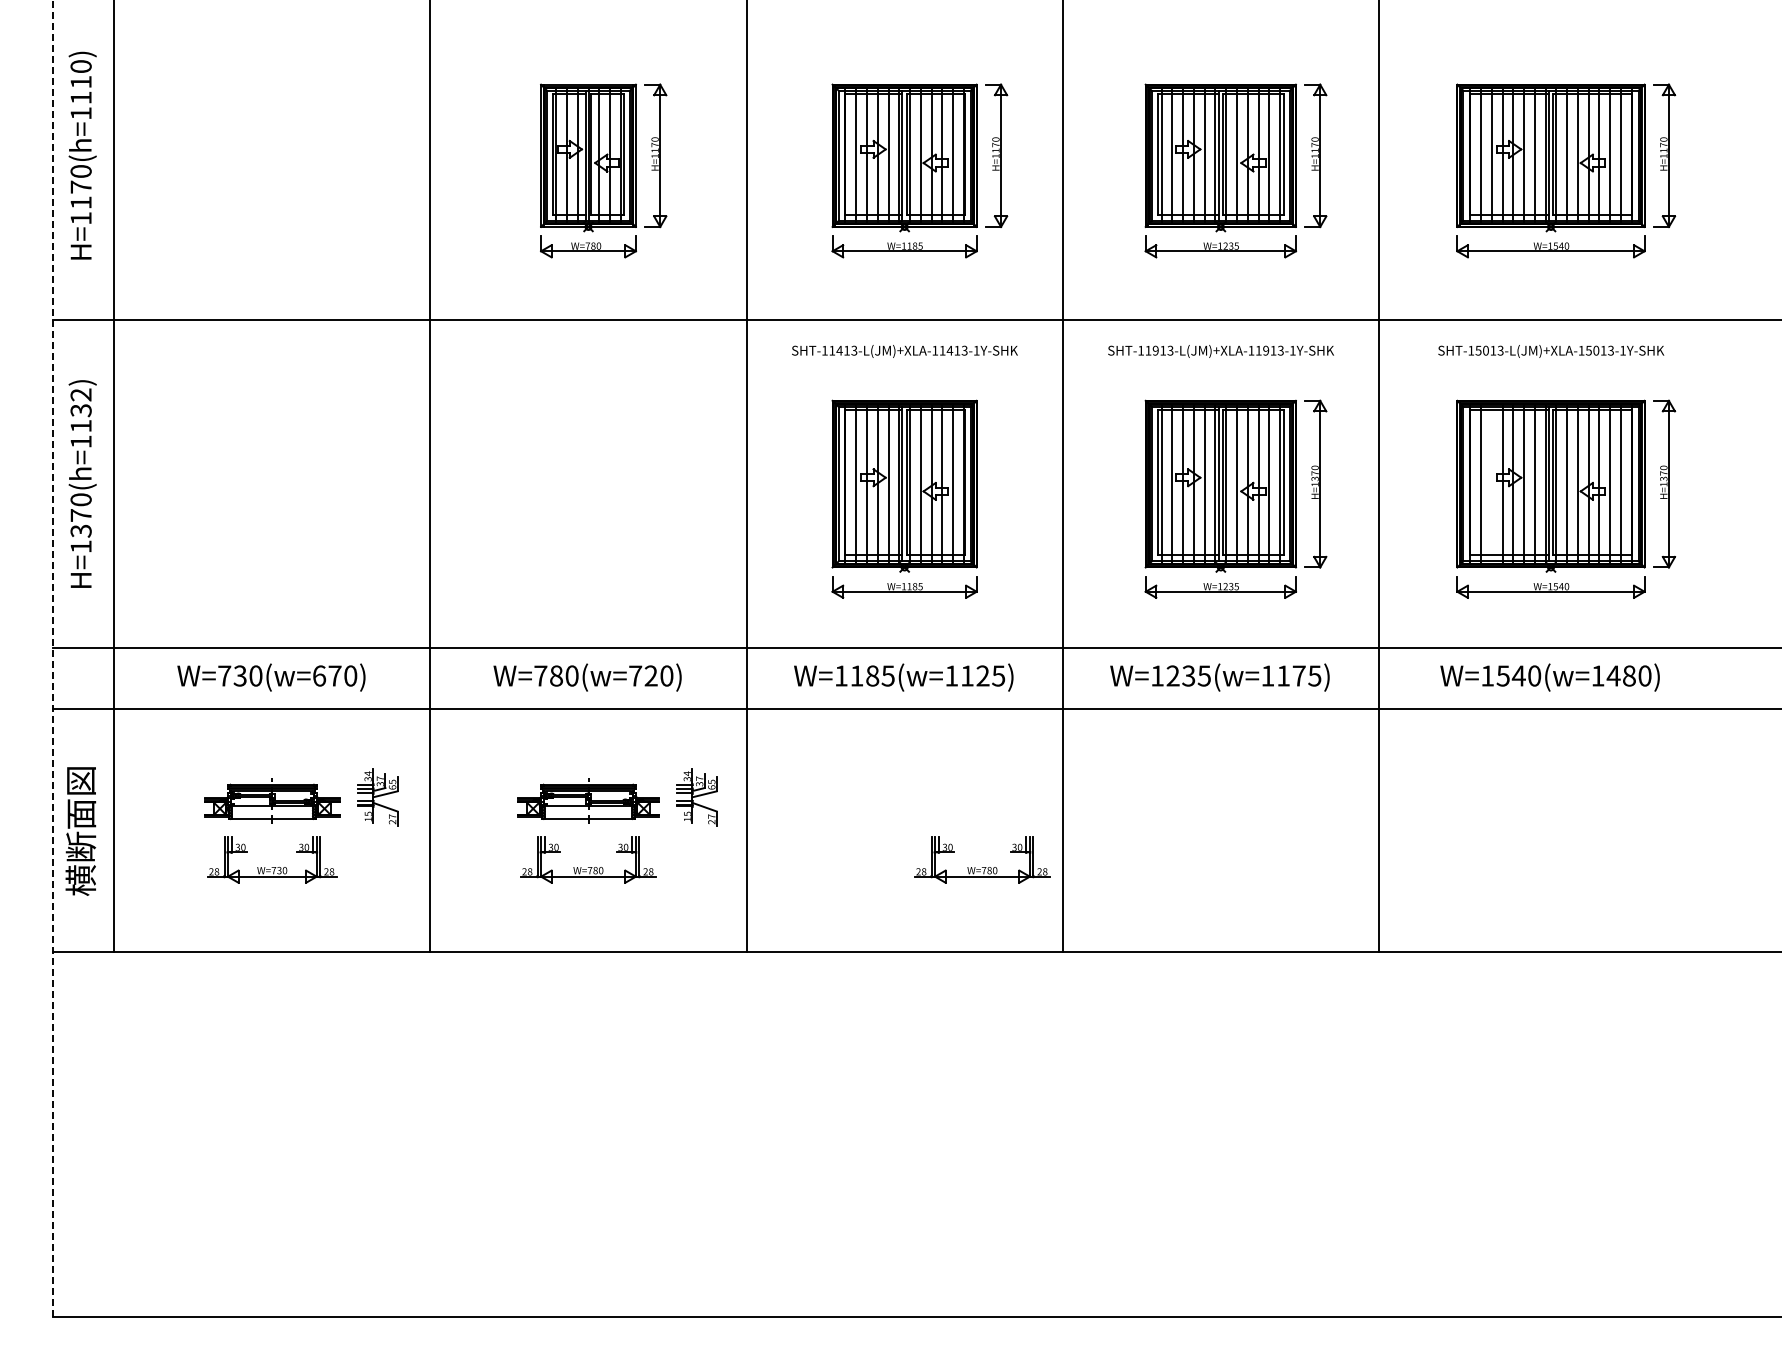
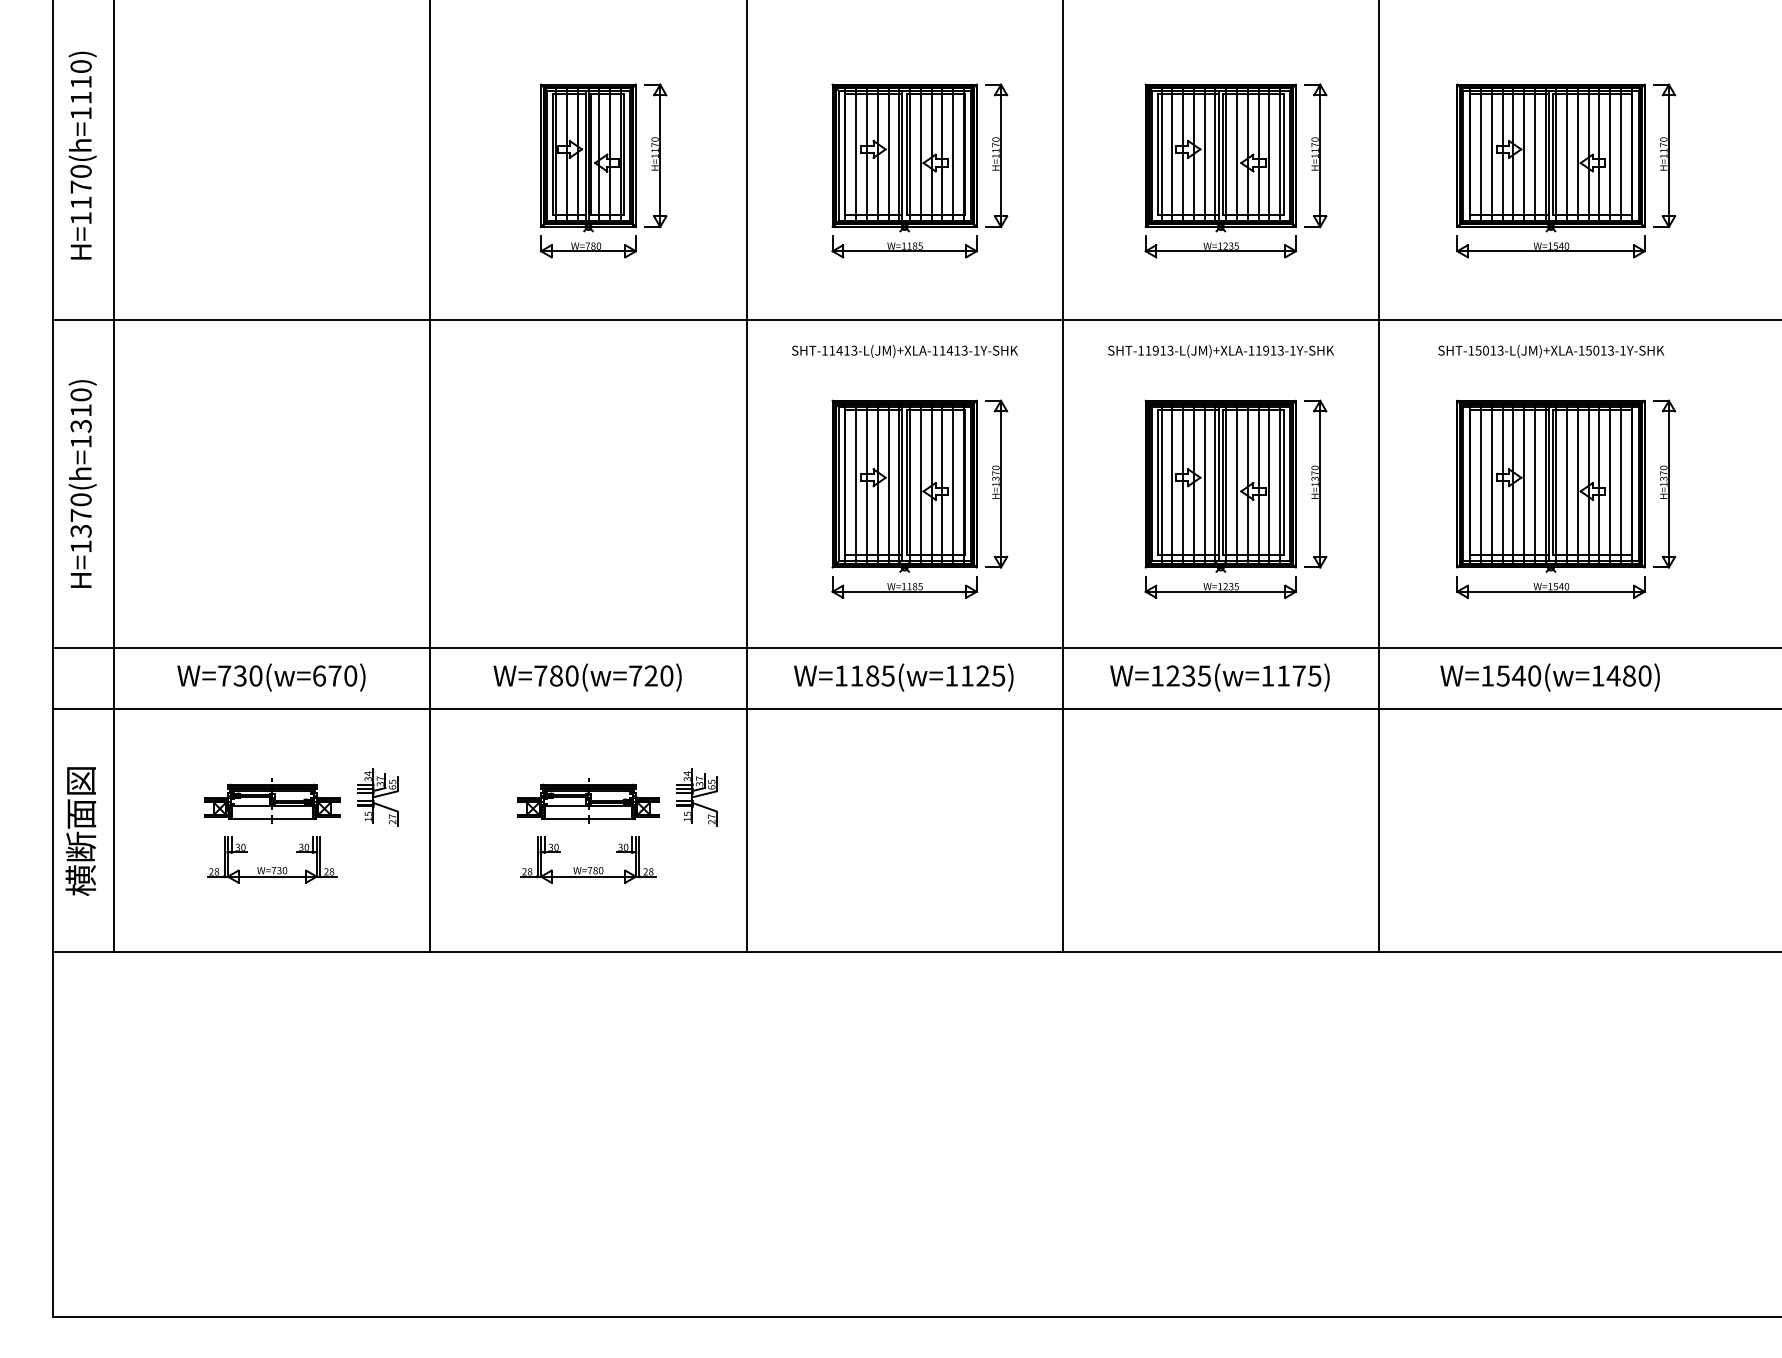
text at (80, 410): H=1370(h=1132) -> H=1370(h=1310)
part at (996, 483): none -> present
line at (1491, 484): none -> present
line at (53, 658): dashed -> solid
part at (982, 867): present -> none
